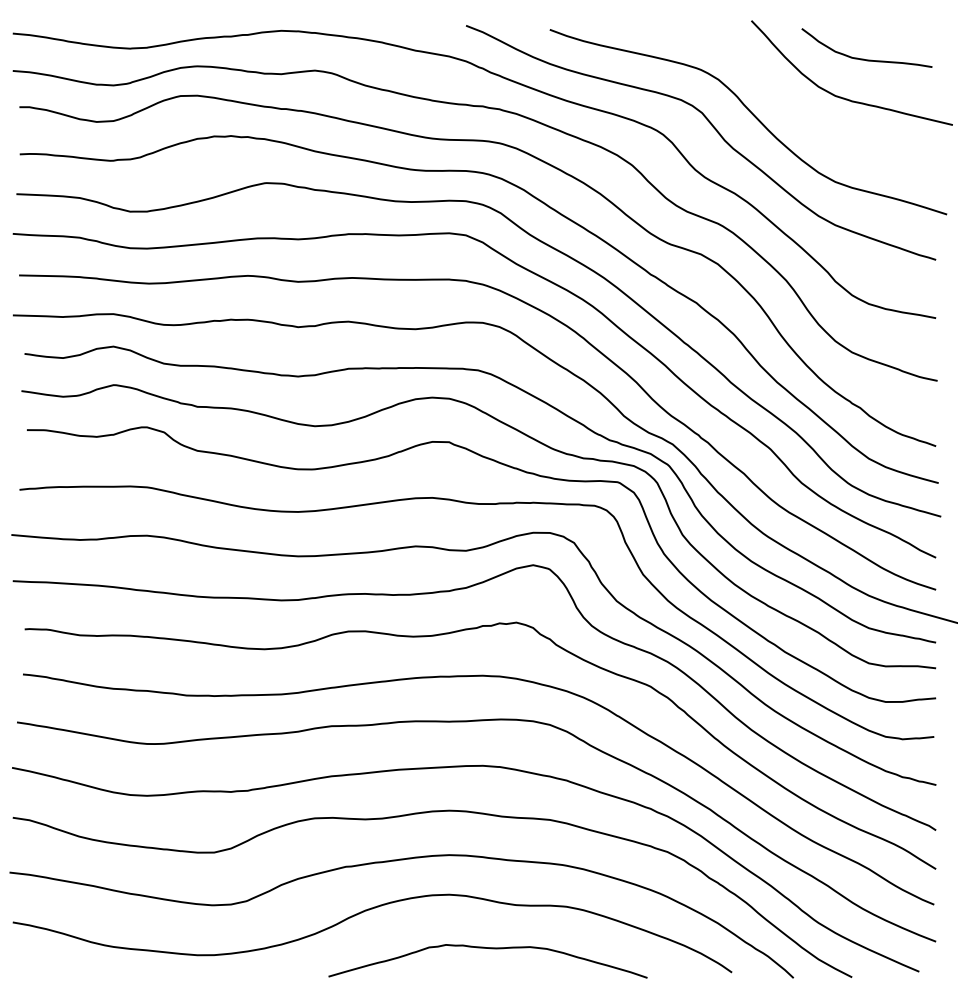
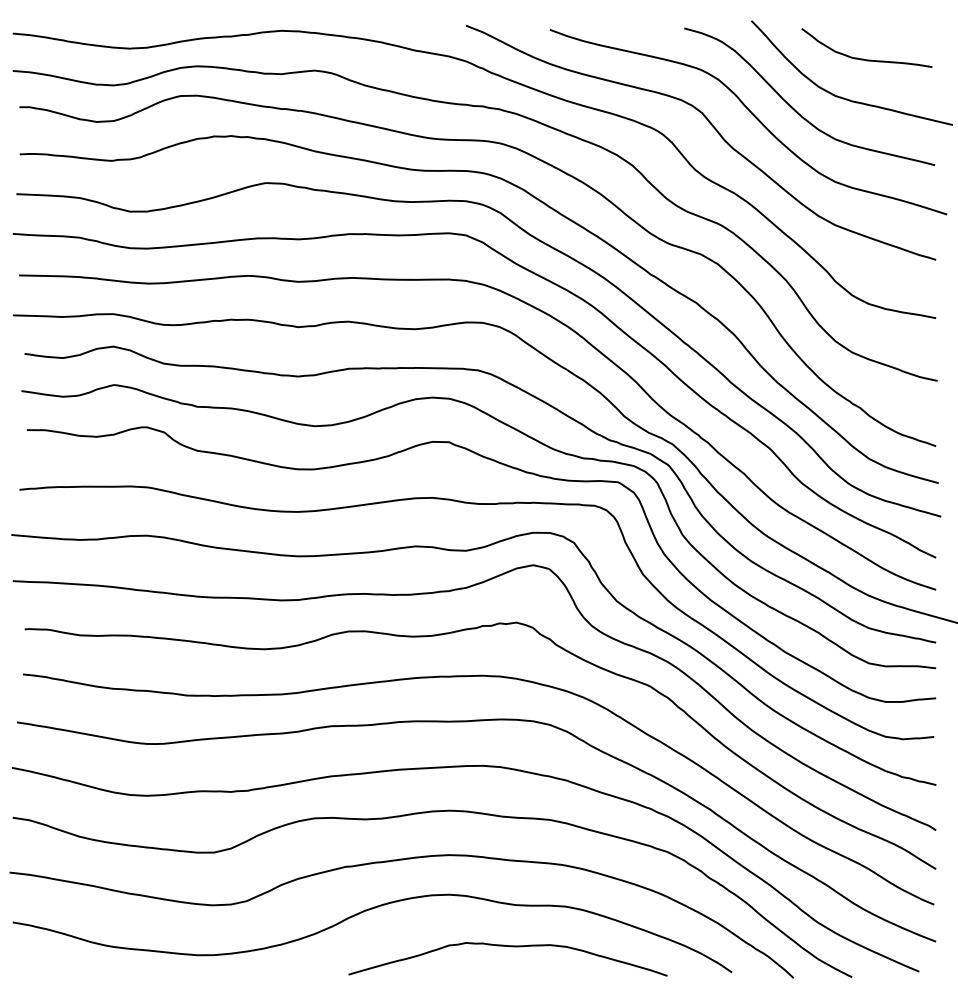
curve at (795, 109): none -> present
curve at (490, 949) position: (490, 949) -> (510, 947)
